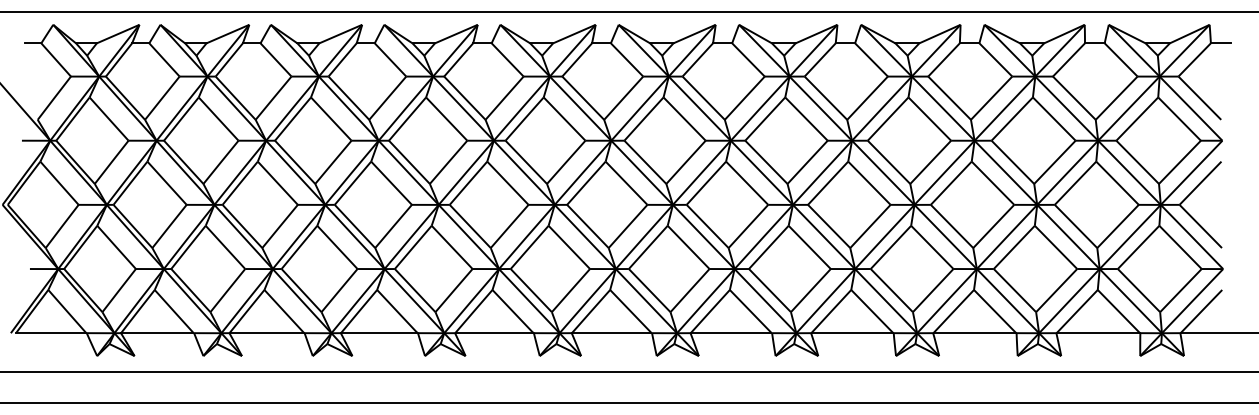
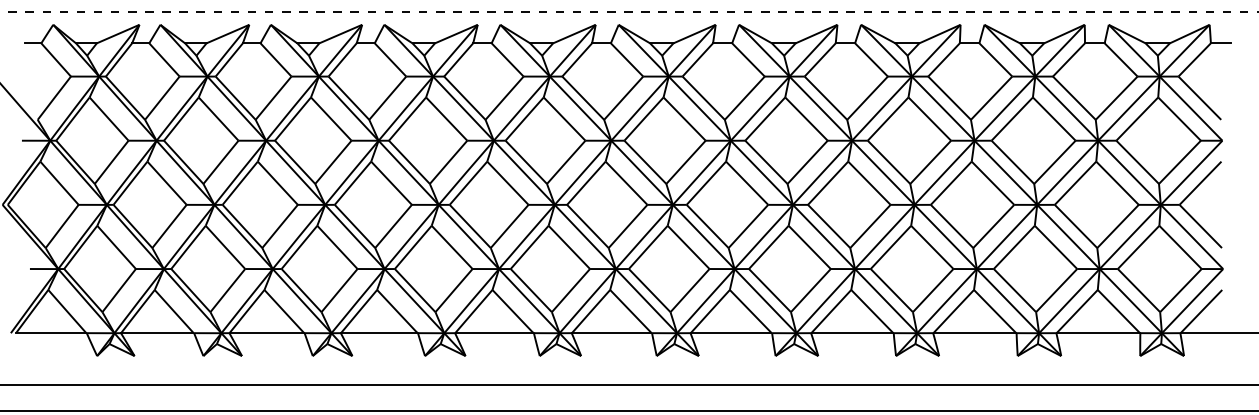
line at (629, 12): solid -> dashed
line at (628, 371) position: (628, 371) -> (628, 384)
line at (628, 402) position: (628, 402) -> (628, 410)
